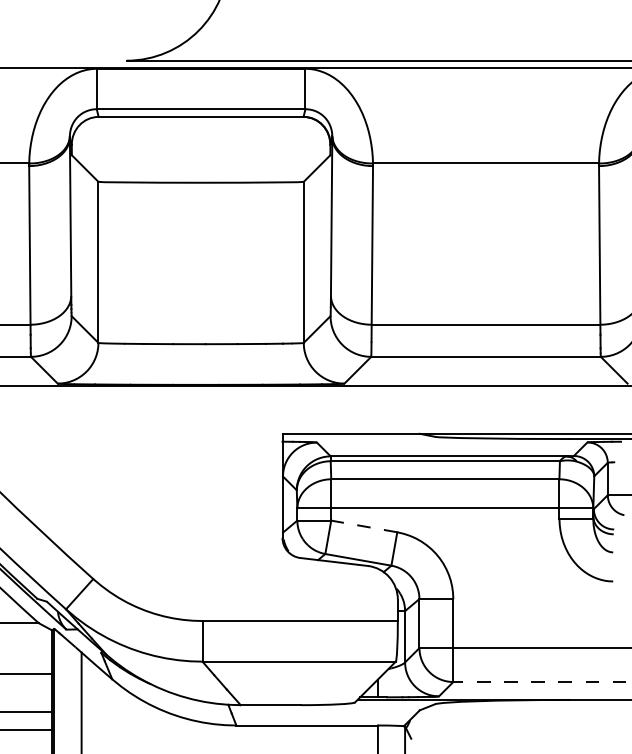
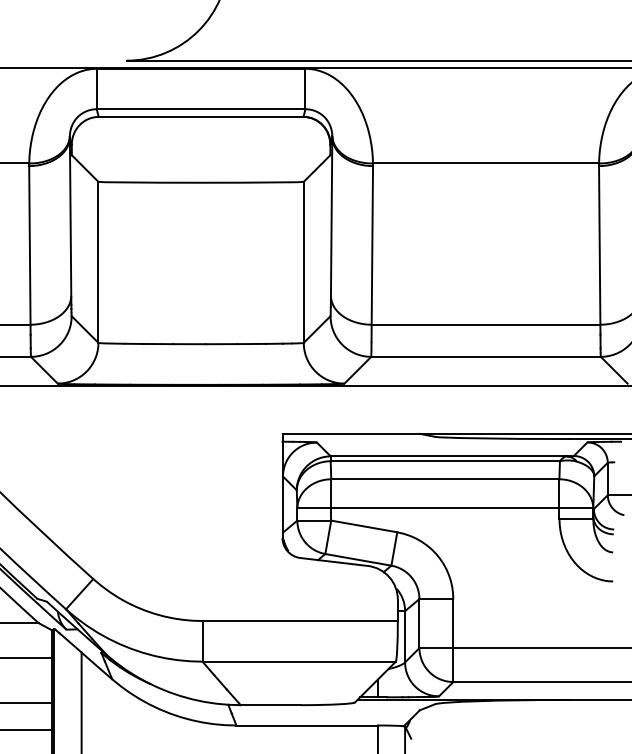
line at (364, 526): dashed -> solid
line at (26, 673) position: (26, 673) -> (26, 657)
line at (542, 682): dashed -> solid
line at (26, 711) position: (26, 711) -> (26, 702)
